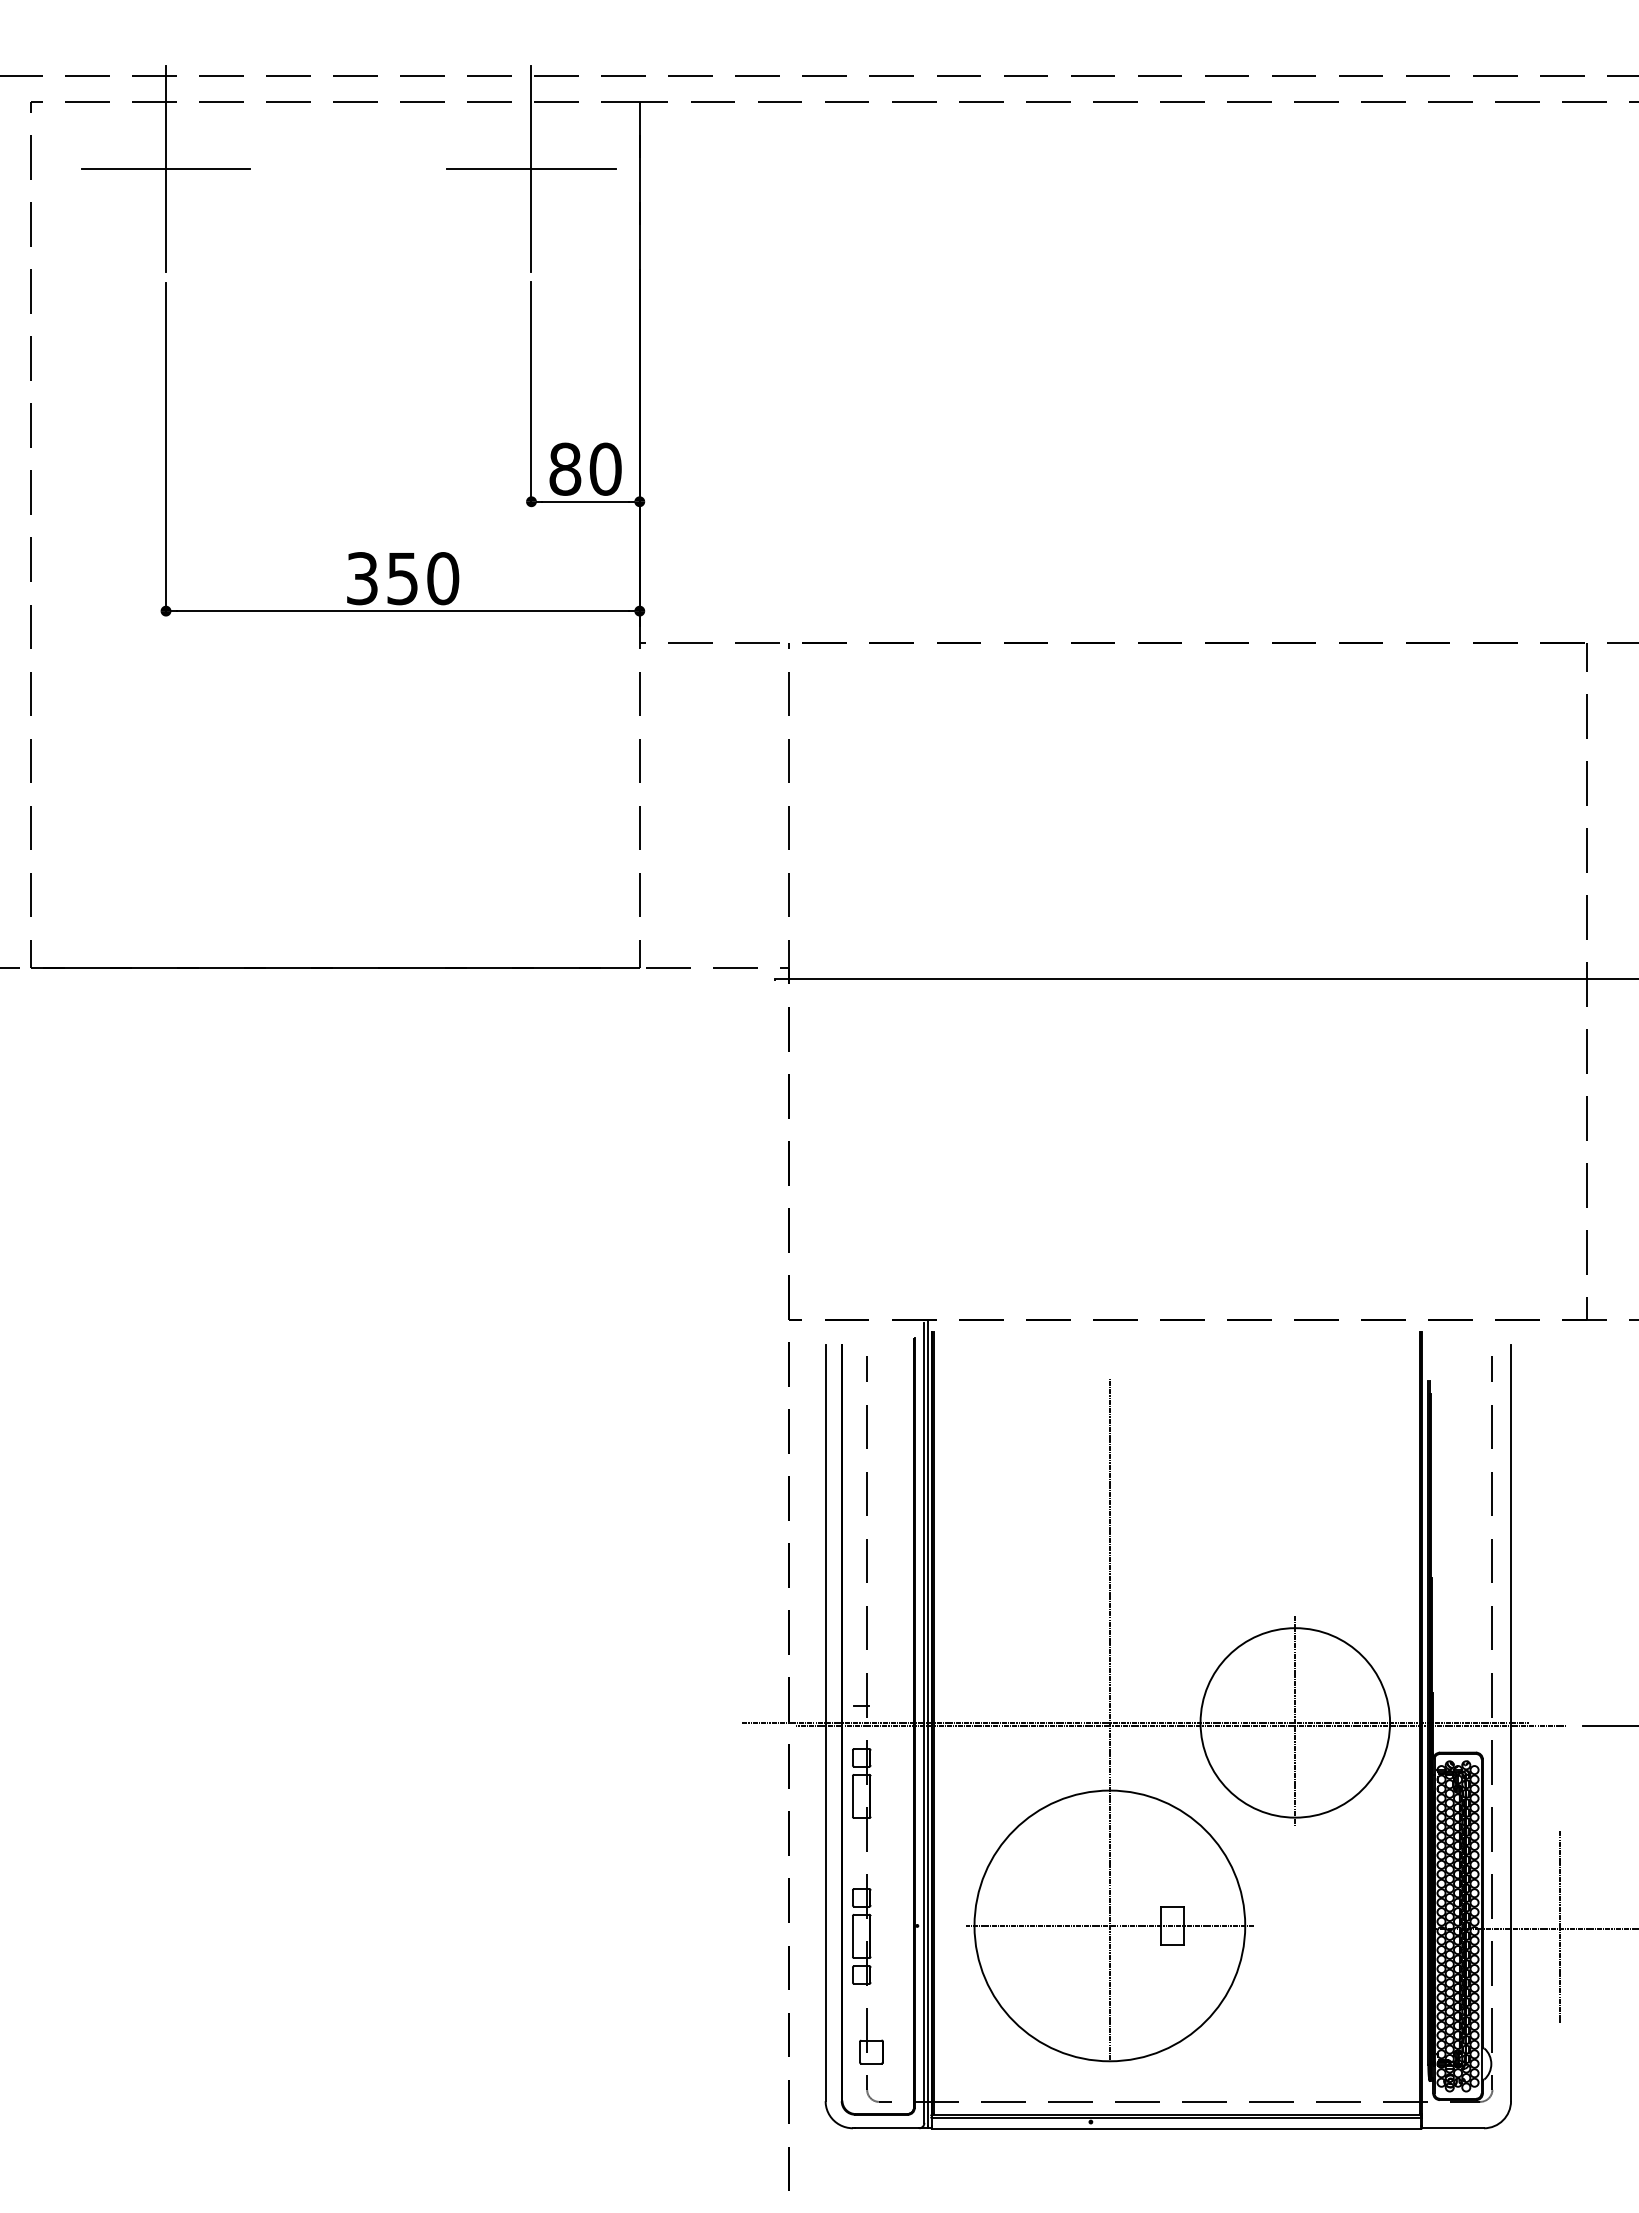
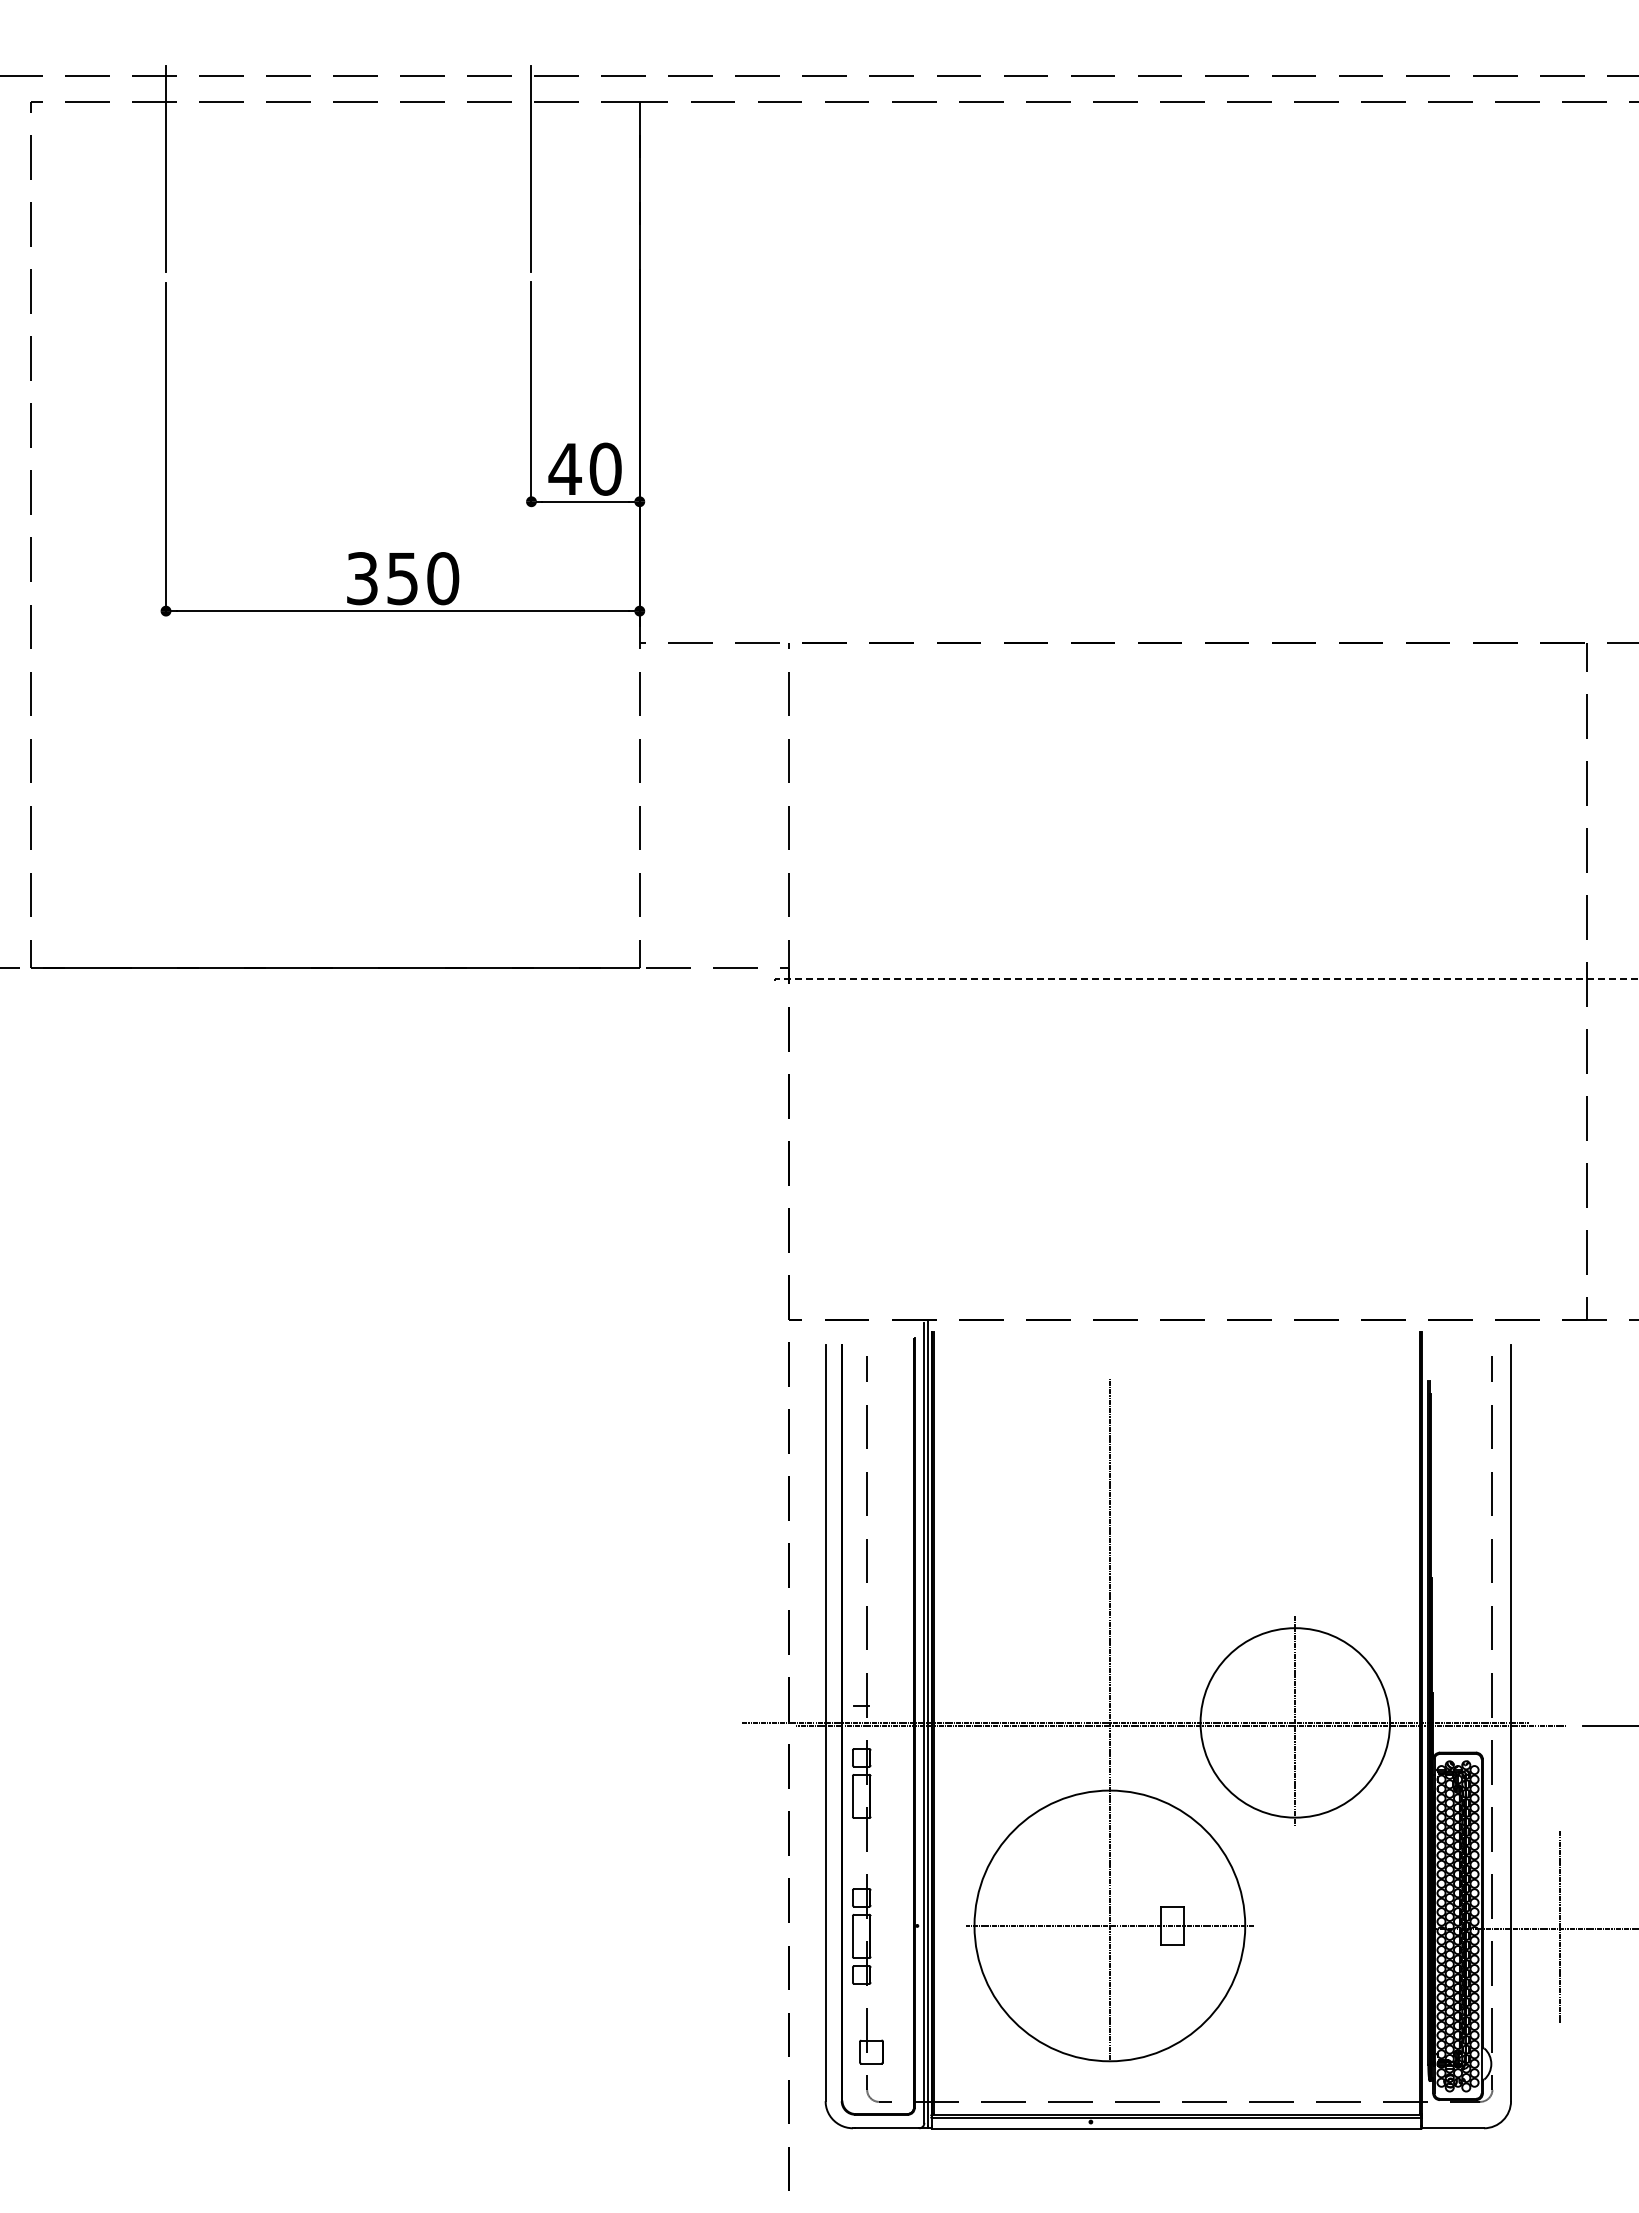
line at (165, 169): present -> none
line at (530, 169): present -> none
text at (564, 468): 80 -> 40
line at (1204, 979): solid -> dashed
